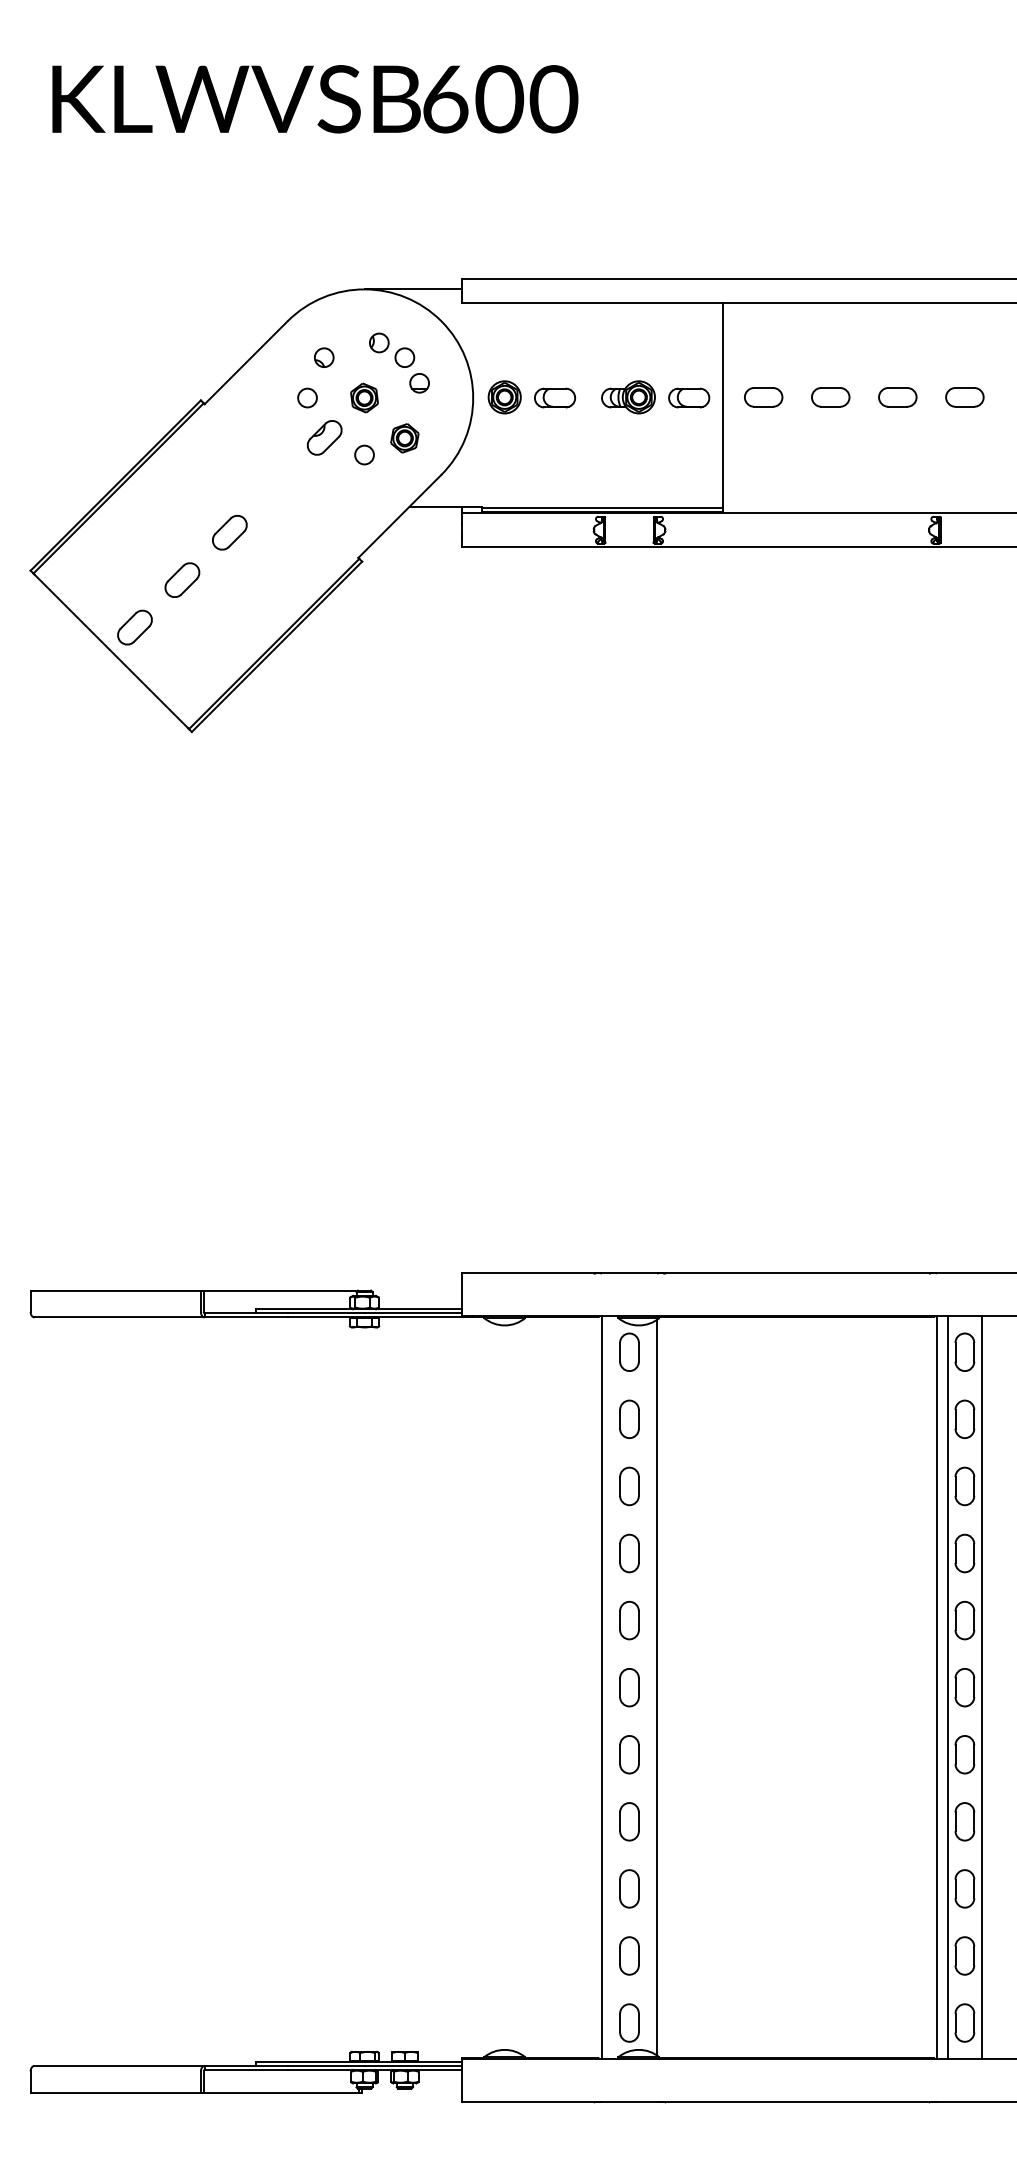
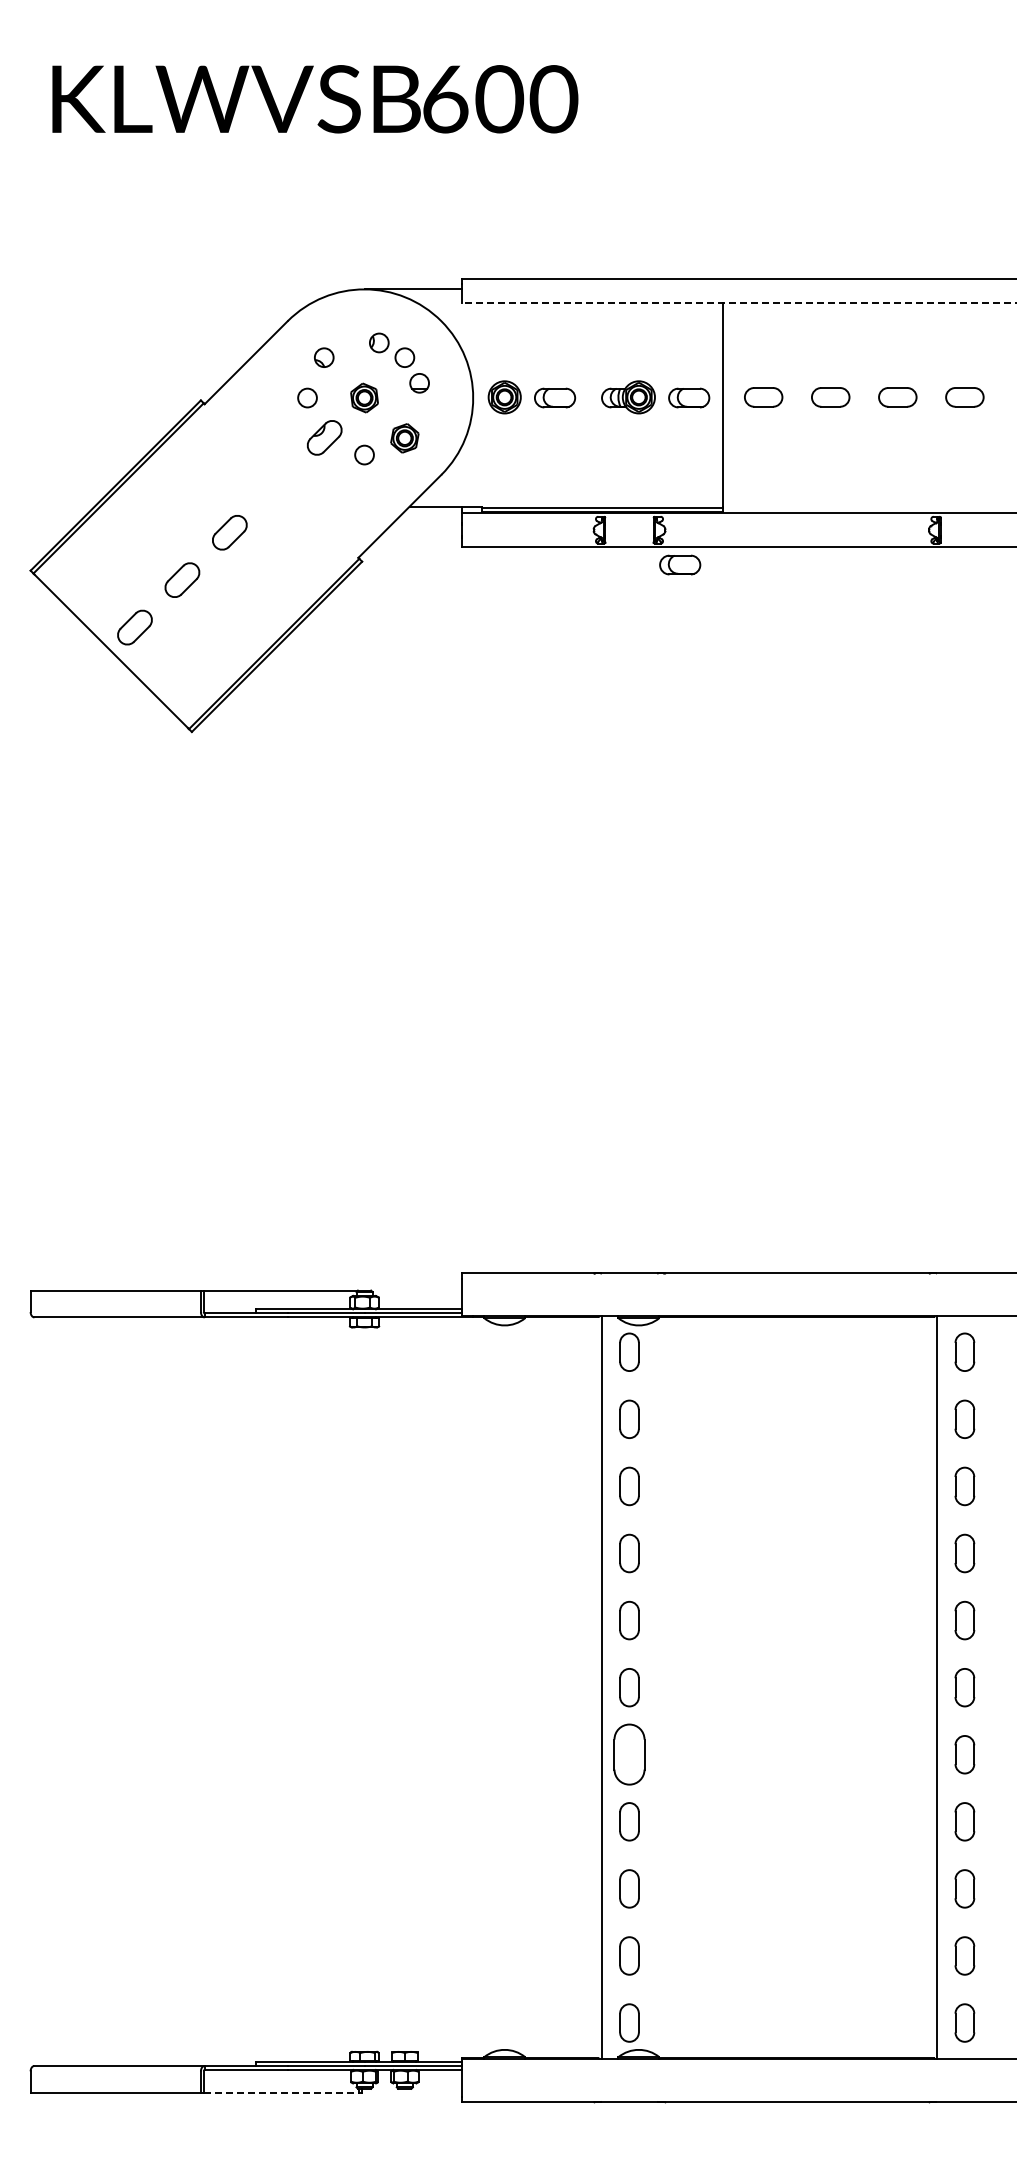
line at (738, 303): solid -> dashed
part at (680, 564): none -> present
line at (657, 1687): present -> none
line at (948, 1687): present -> none
line at (981, 1687): present -> none
part at (629, 1754) size: 21x40 px -> 33x63 px
line at (281, 2092): solid -> dashed
